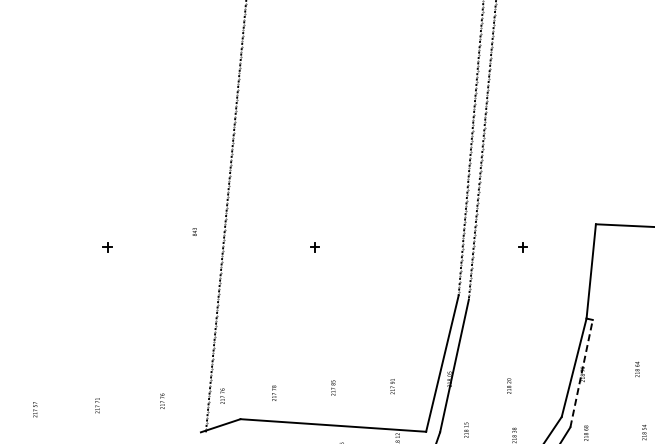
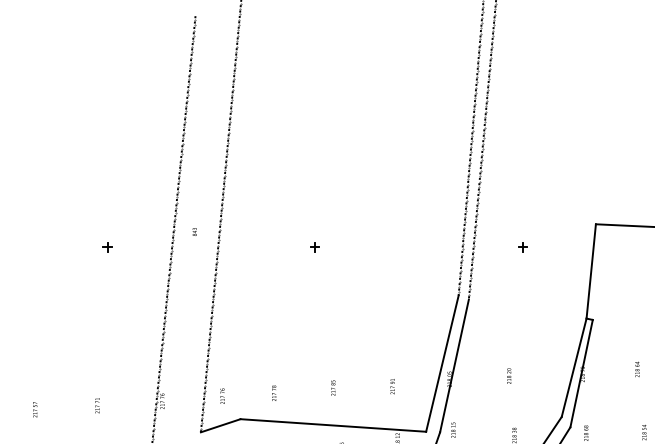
line at (225, 217) position: (225, 217) -> (220, 217)
line at (173, 228): none -> present
line at (581, 373): dashed -> solid
text at (509, 385) position: (509, 385) -> (509, 375)
text at (466, 429) position: (466, 429) -> (453, 429)
